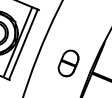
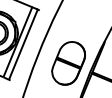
part at (68, 63) size: 23x29 px -> 35x45 px
